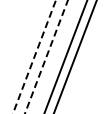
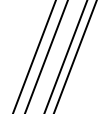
line at (34, 56): dashed -> solid
line at (46, 56): dashed -> solid
